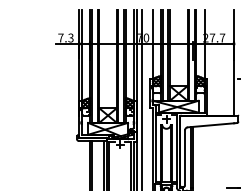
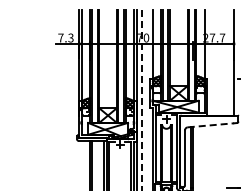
line at (141, 100): solid -> dashed
line at (211, 125): solid -> dashed
